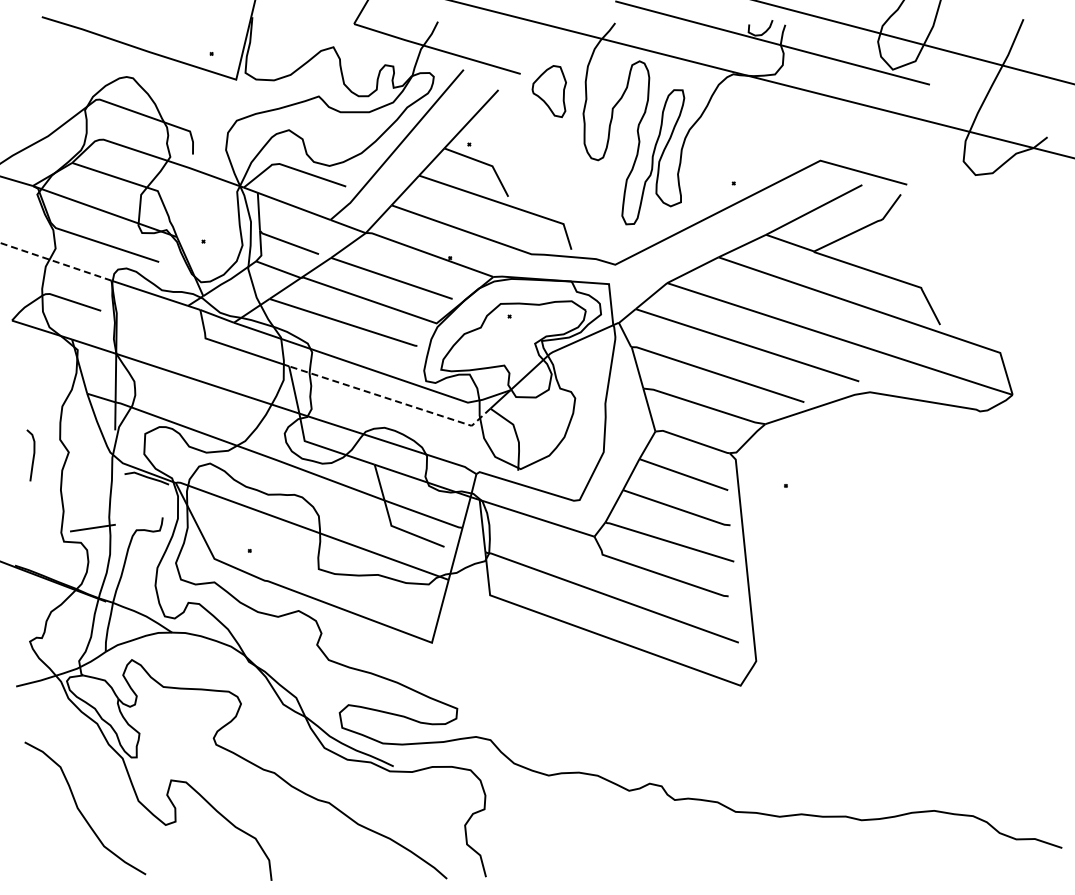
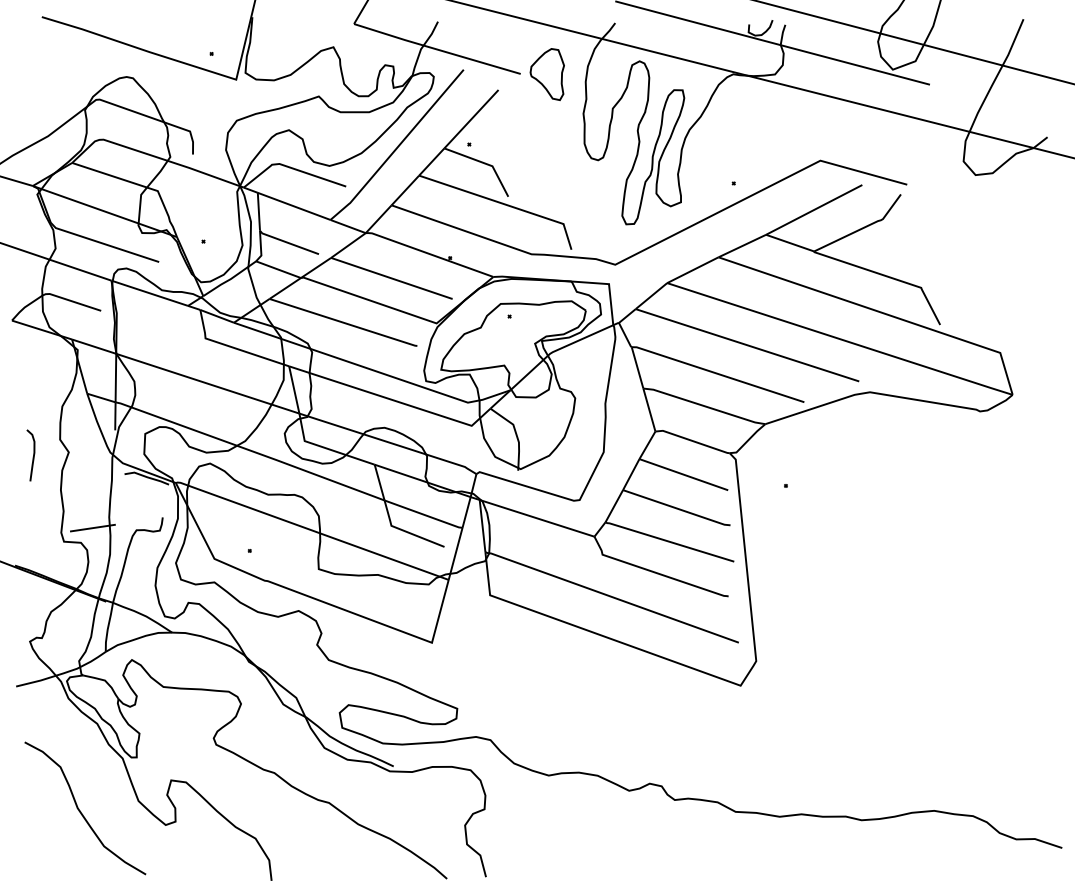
part at (548, 91) position: (548, 91) -> (546, 74)
line at (55, 261): dashed -> solid
line at (393, 400): dashed -> solid
